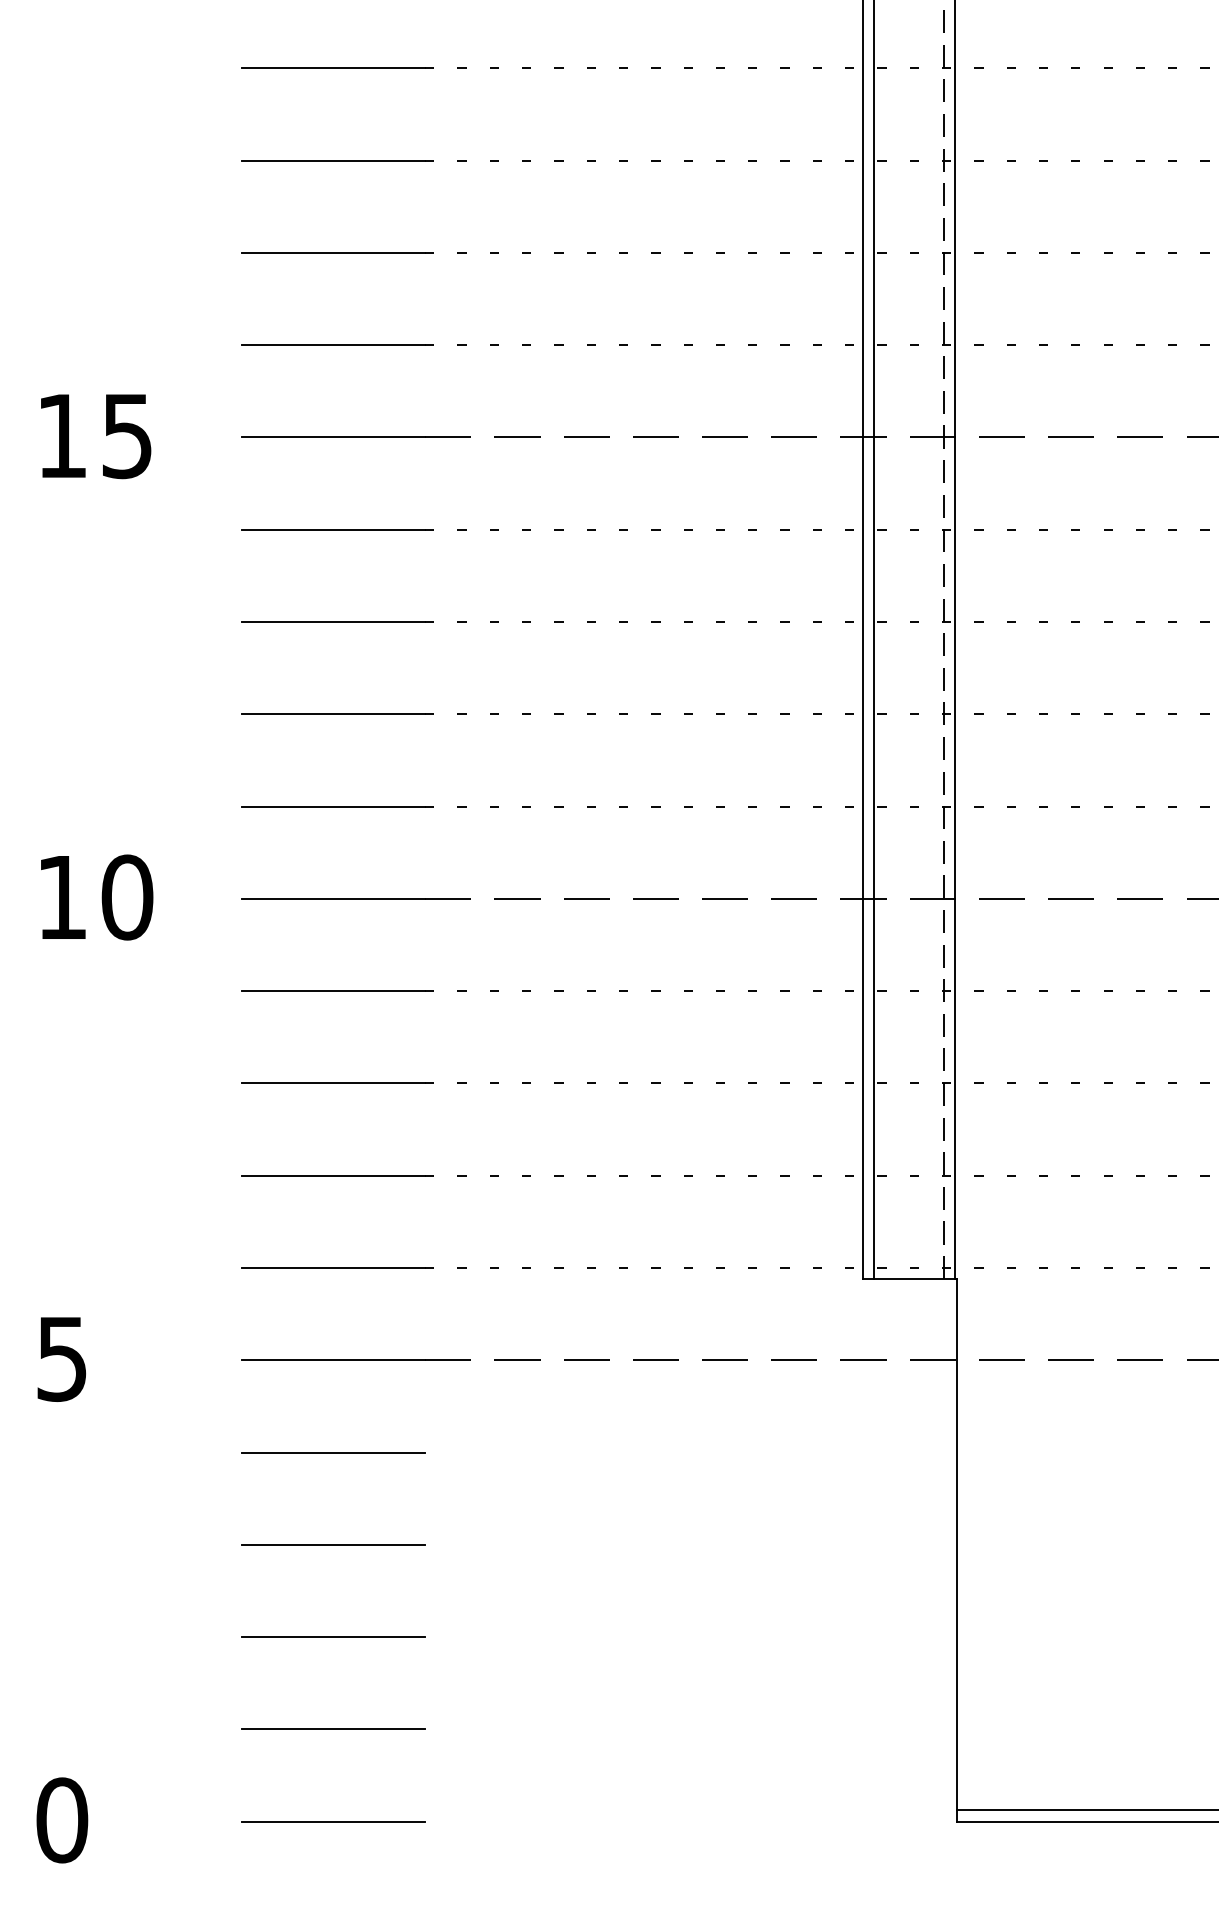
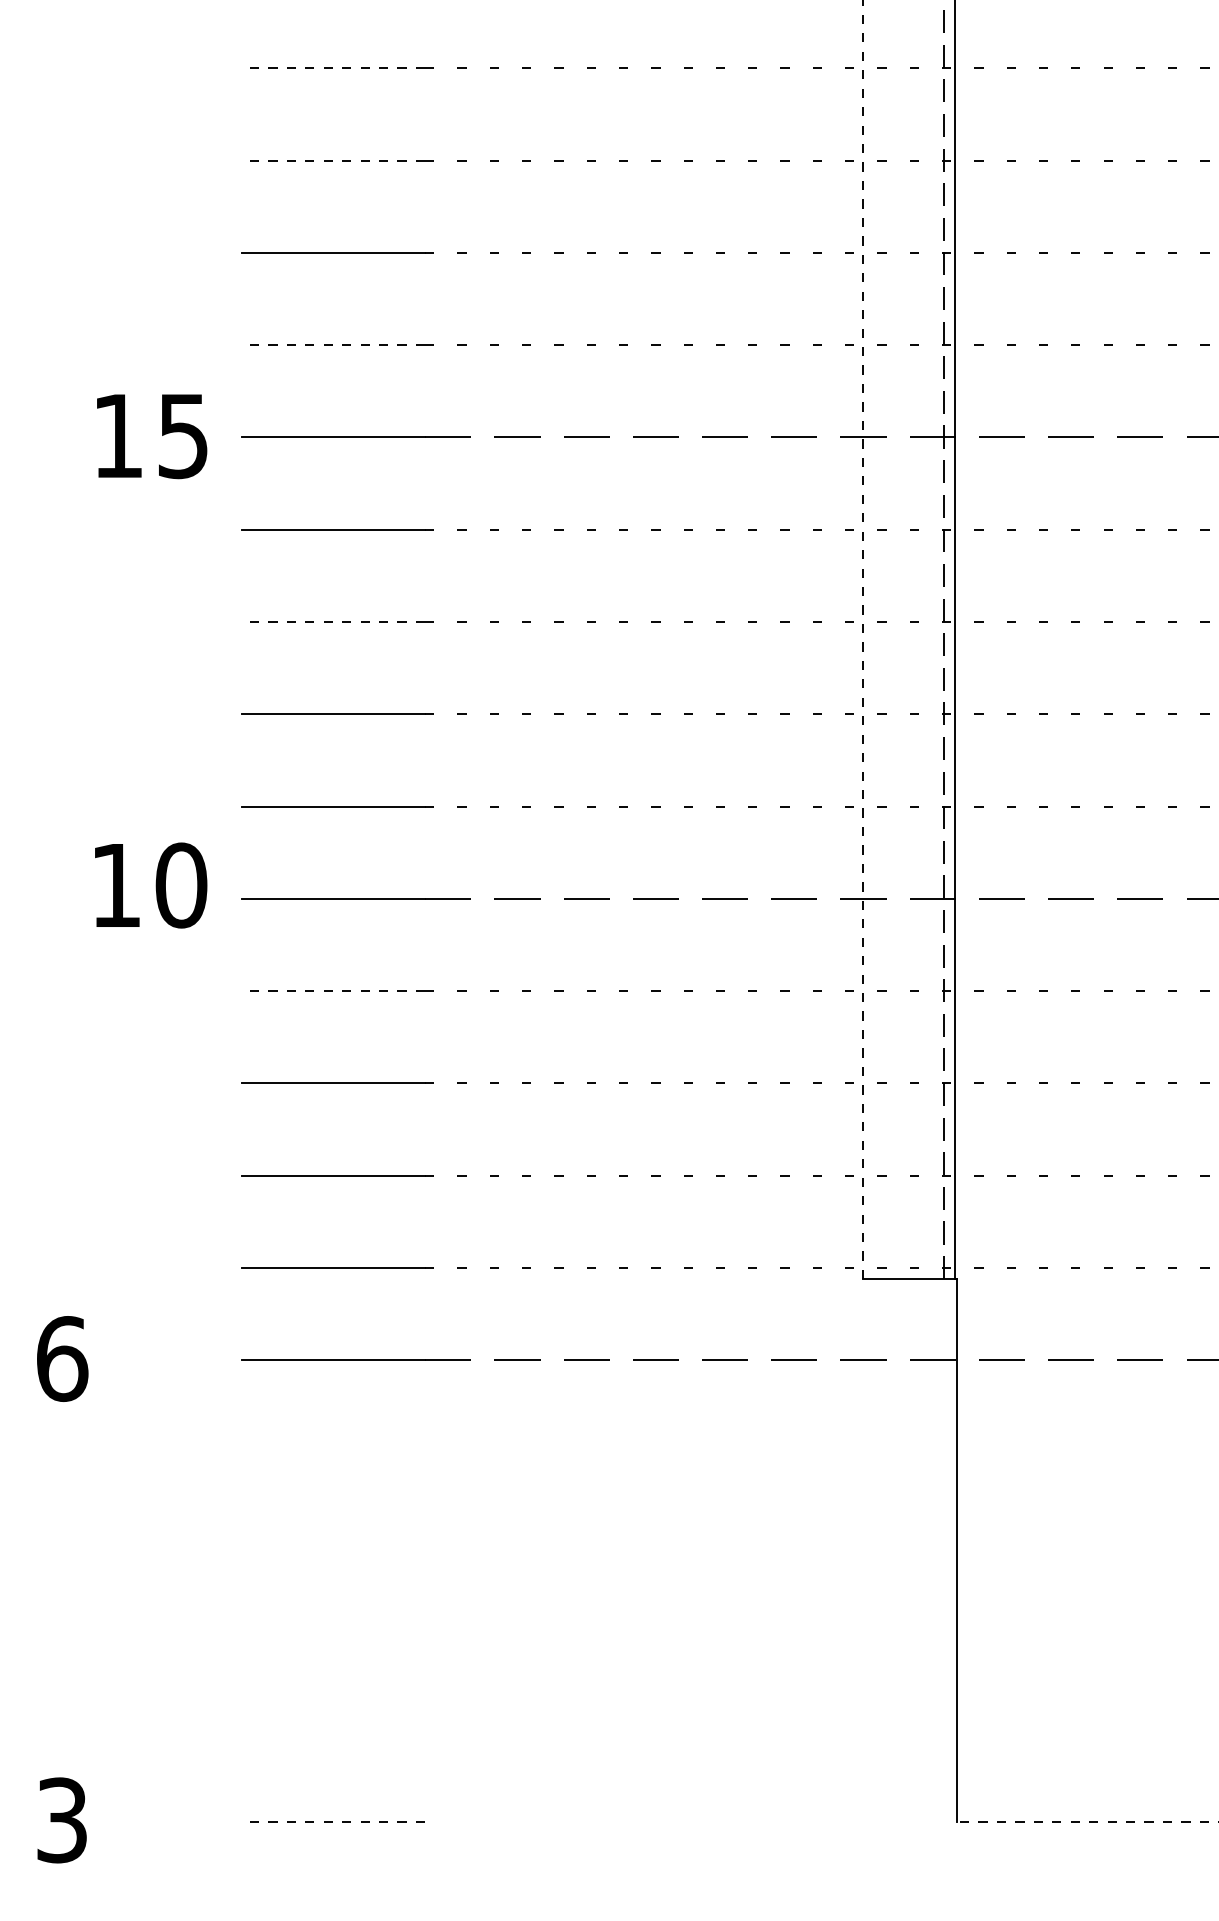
line at (333, 68): solid -> dashed
line at (333, 160): solid -> dashed
line at (333, 345): solid -> dashed
text at (96, 436) position: (96, 436) -> (152, 436)
line at (333, 622): solid -> dashed
line at (862, 639): solid -> dashed
line at (874, 640): present -> none
text at (97, 897) position: (97, 897) -> (151, 885)
line at (333, 991): solid -> dashed
text at (62, 1359): 5 -> 6
line at (333, 1452): present -> none
line at (333, 1544): present -> none
line at (333, 1637): present -> none
line at (333, 1728): present -> none
line at (1085, 1810): present -> none
text at (62, 1820): 0 -> 3
line at (333, 1821): solid -> dashed
line at (1087, 1821): solid -> dashed
